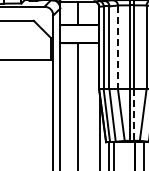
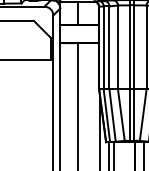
line at (118, 47): dashed -> solid
line at (134, 115): dashed -> solid
